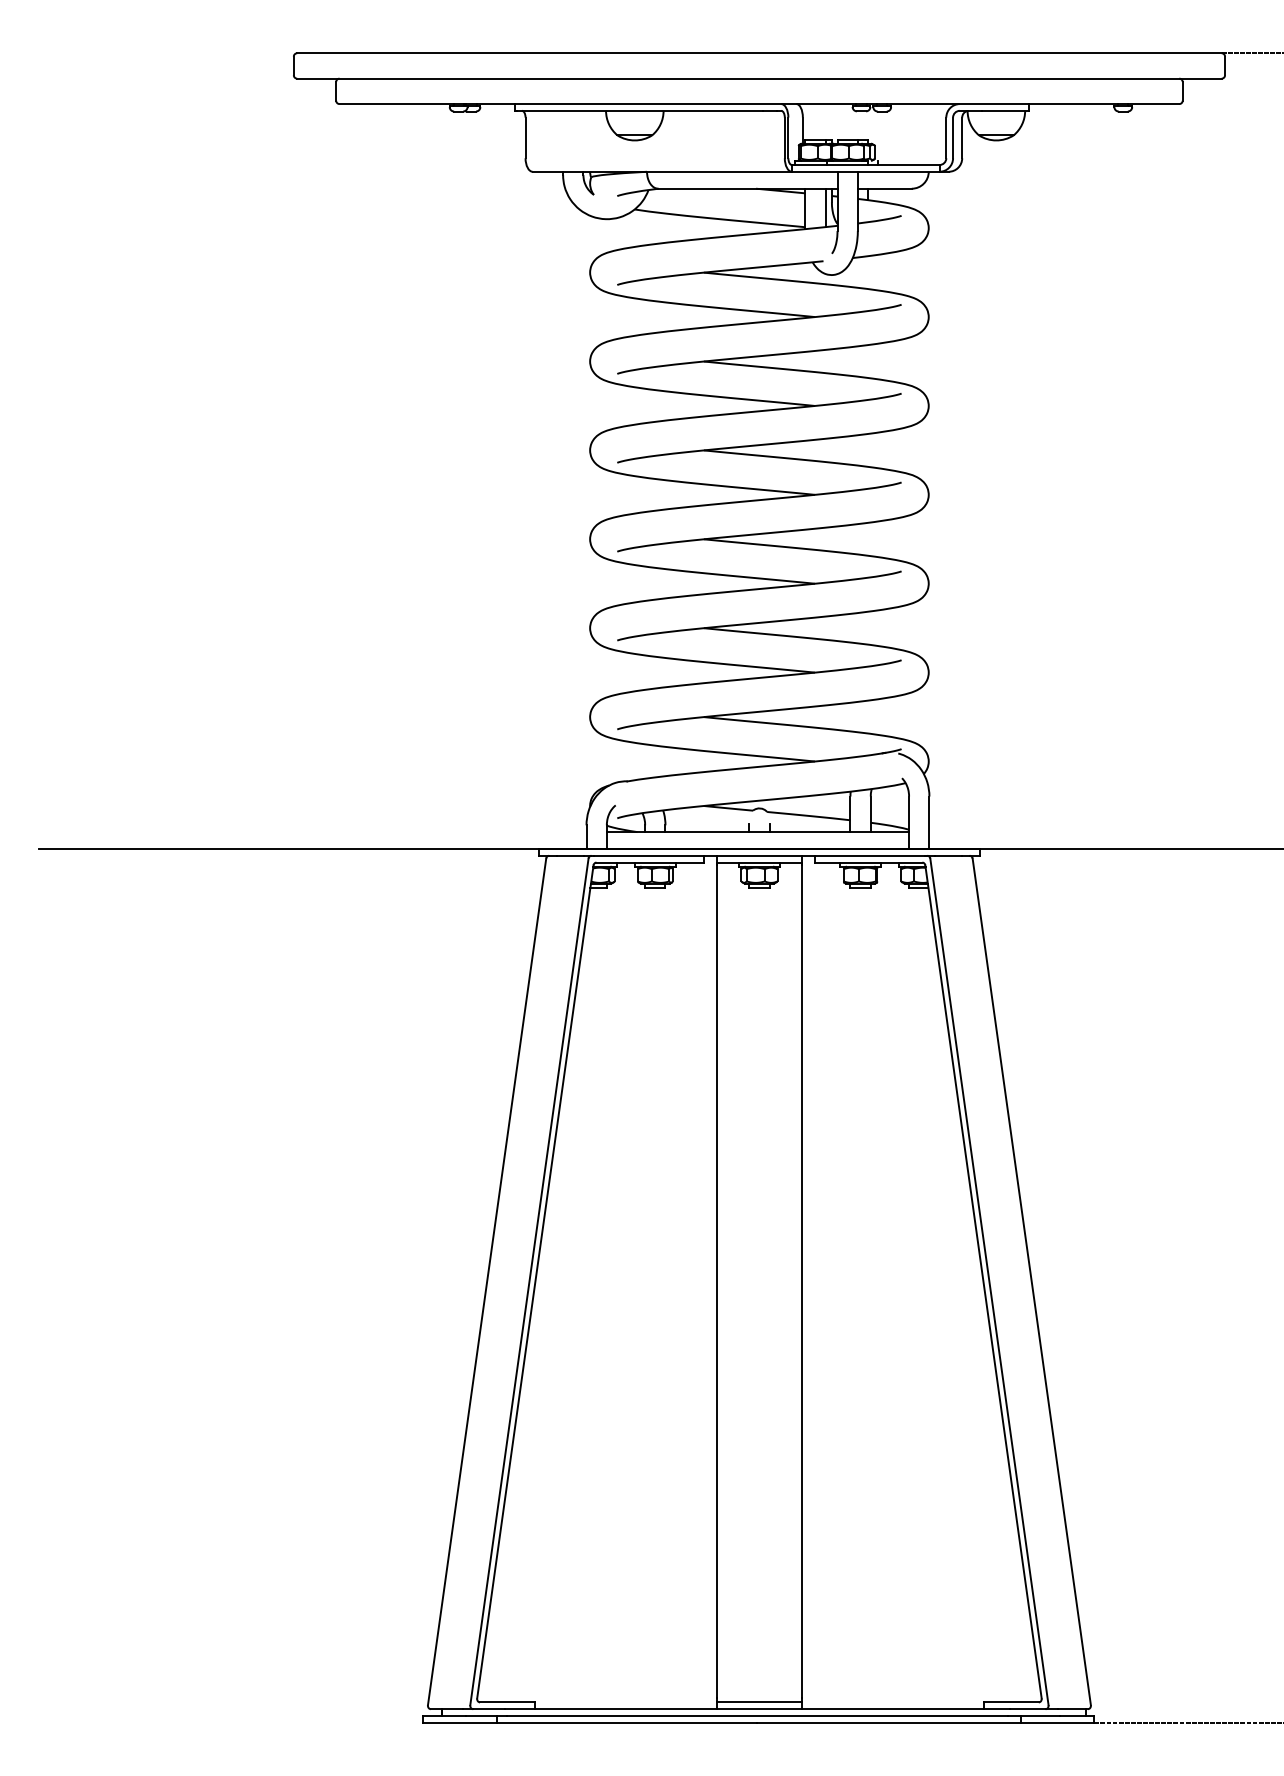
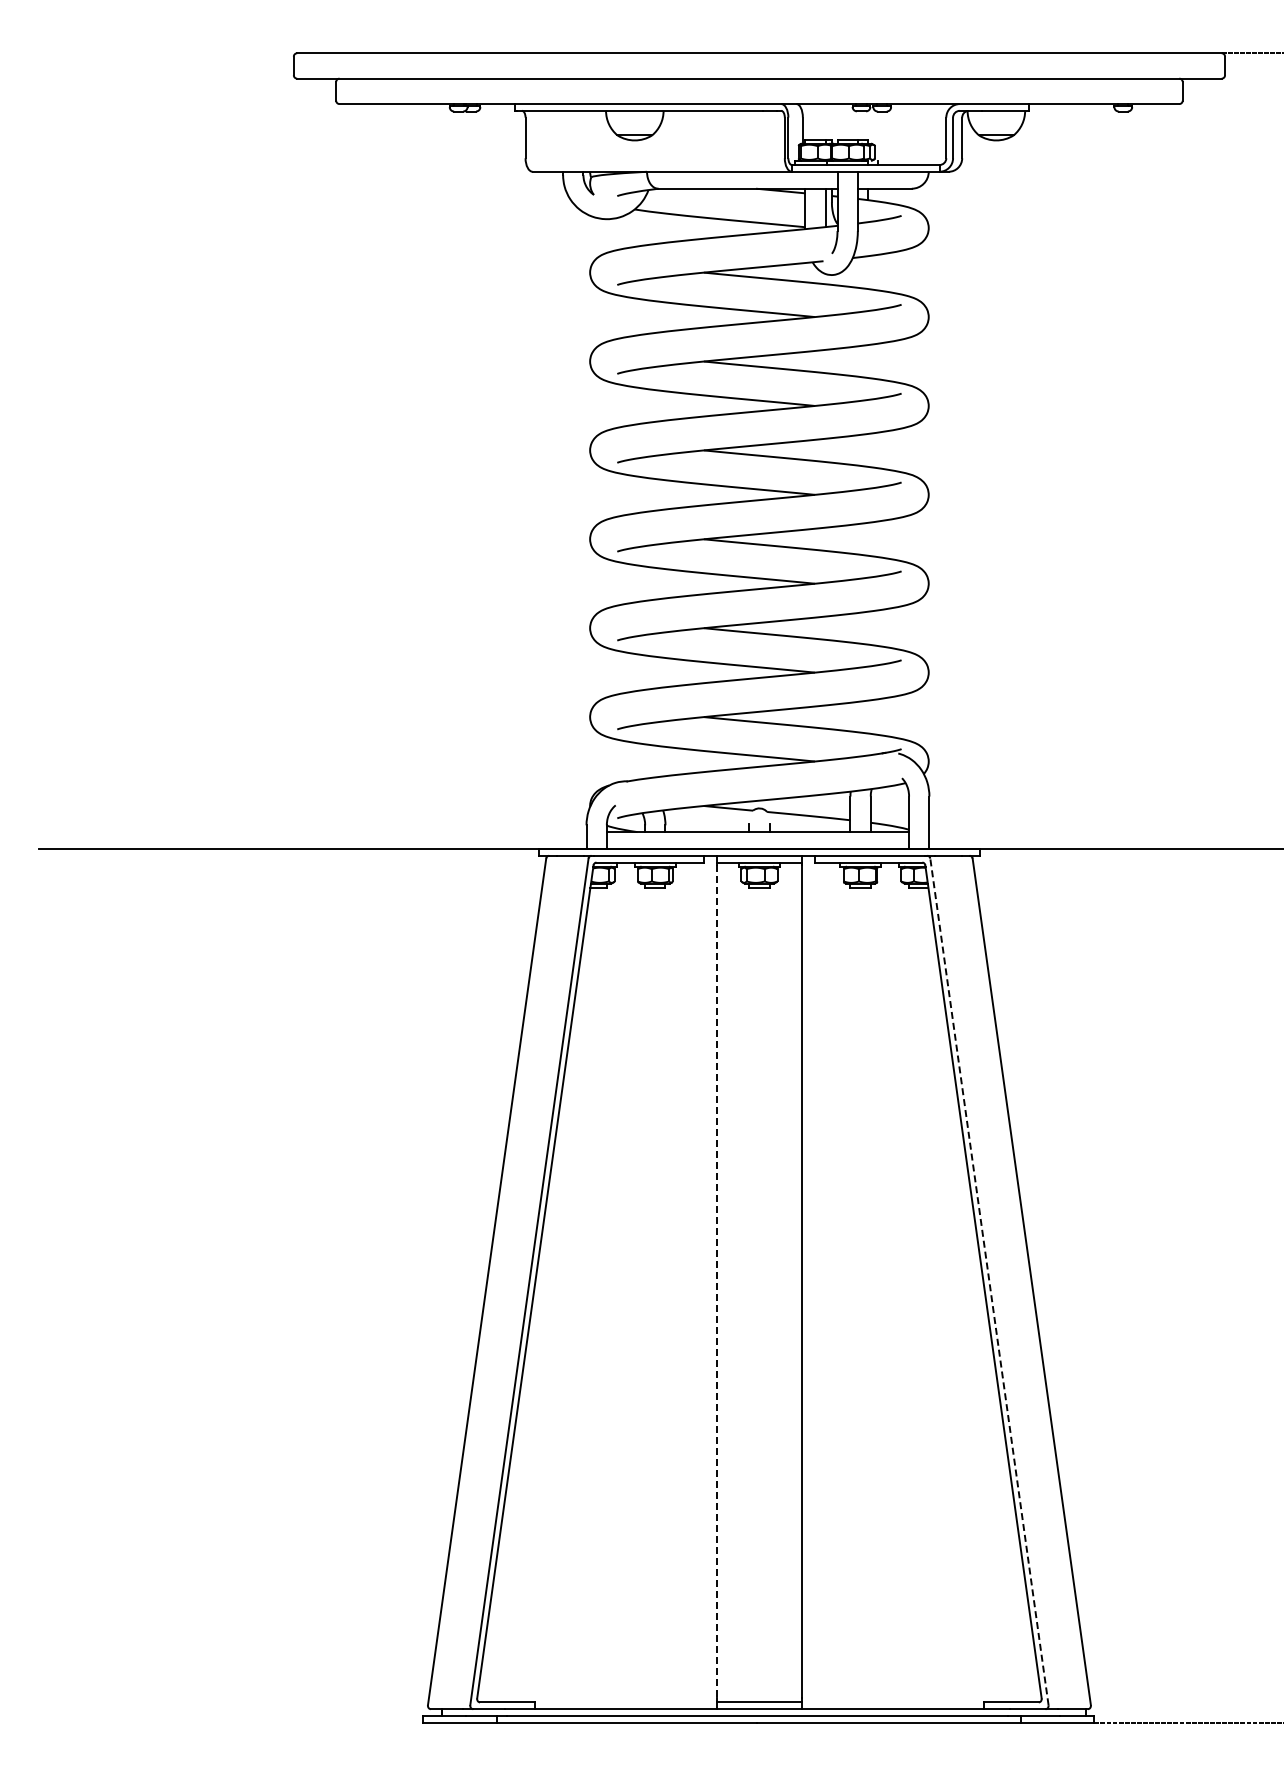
line at (717, 1281): solid -> dashed
line at (989, 1281): solid -> dashed
